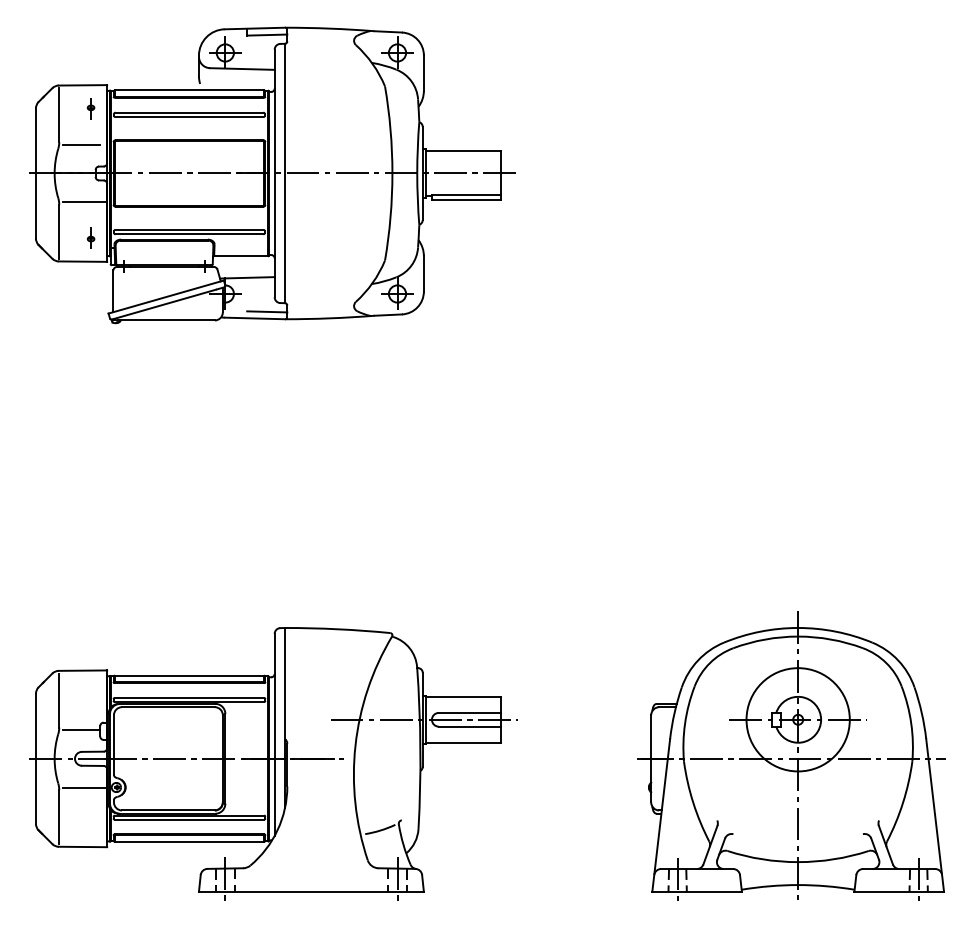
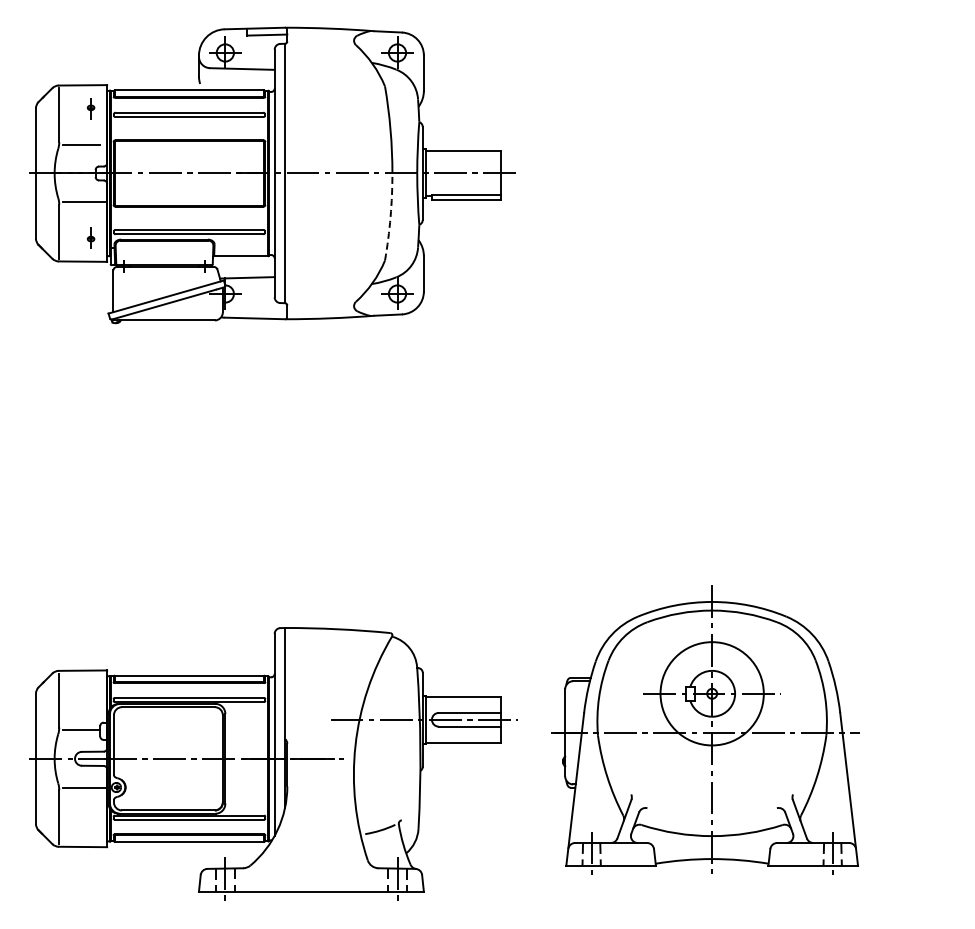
arc at (390, 217): solid -> dashed
line at (267, 311): present -> none
part at (791, 755) position: (791, 755) -> (705, 729)
